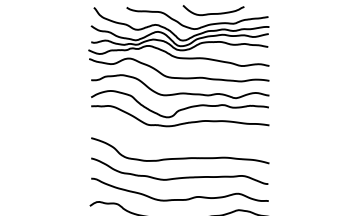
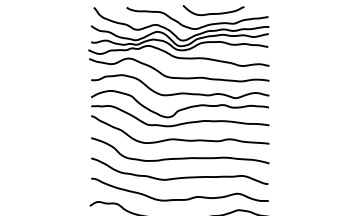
curve at (179, 138): none -> present
